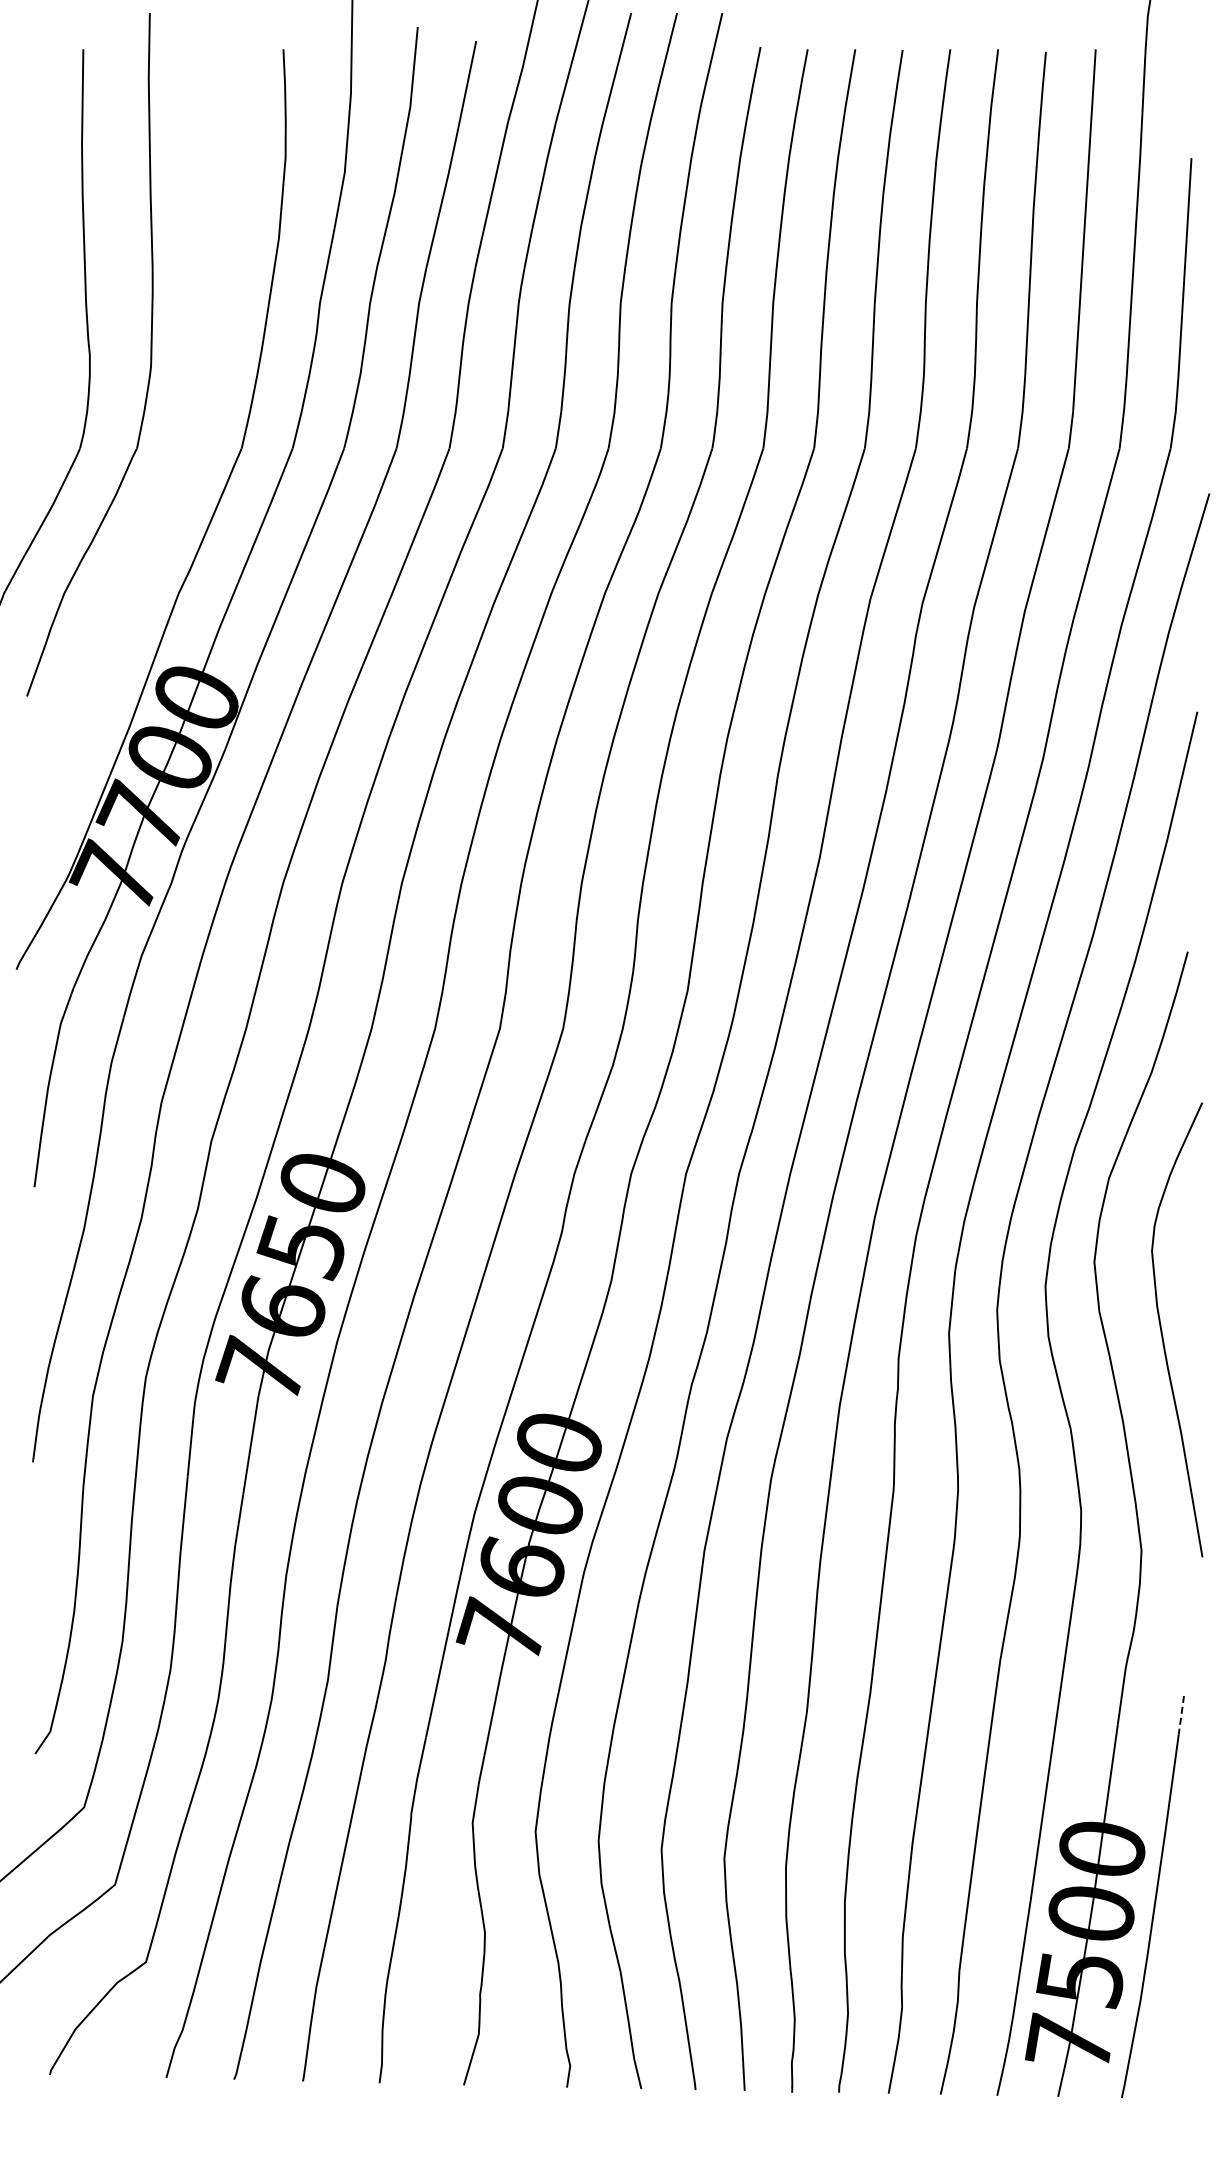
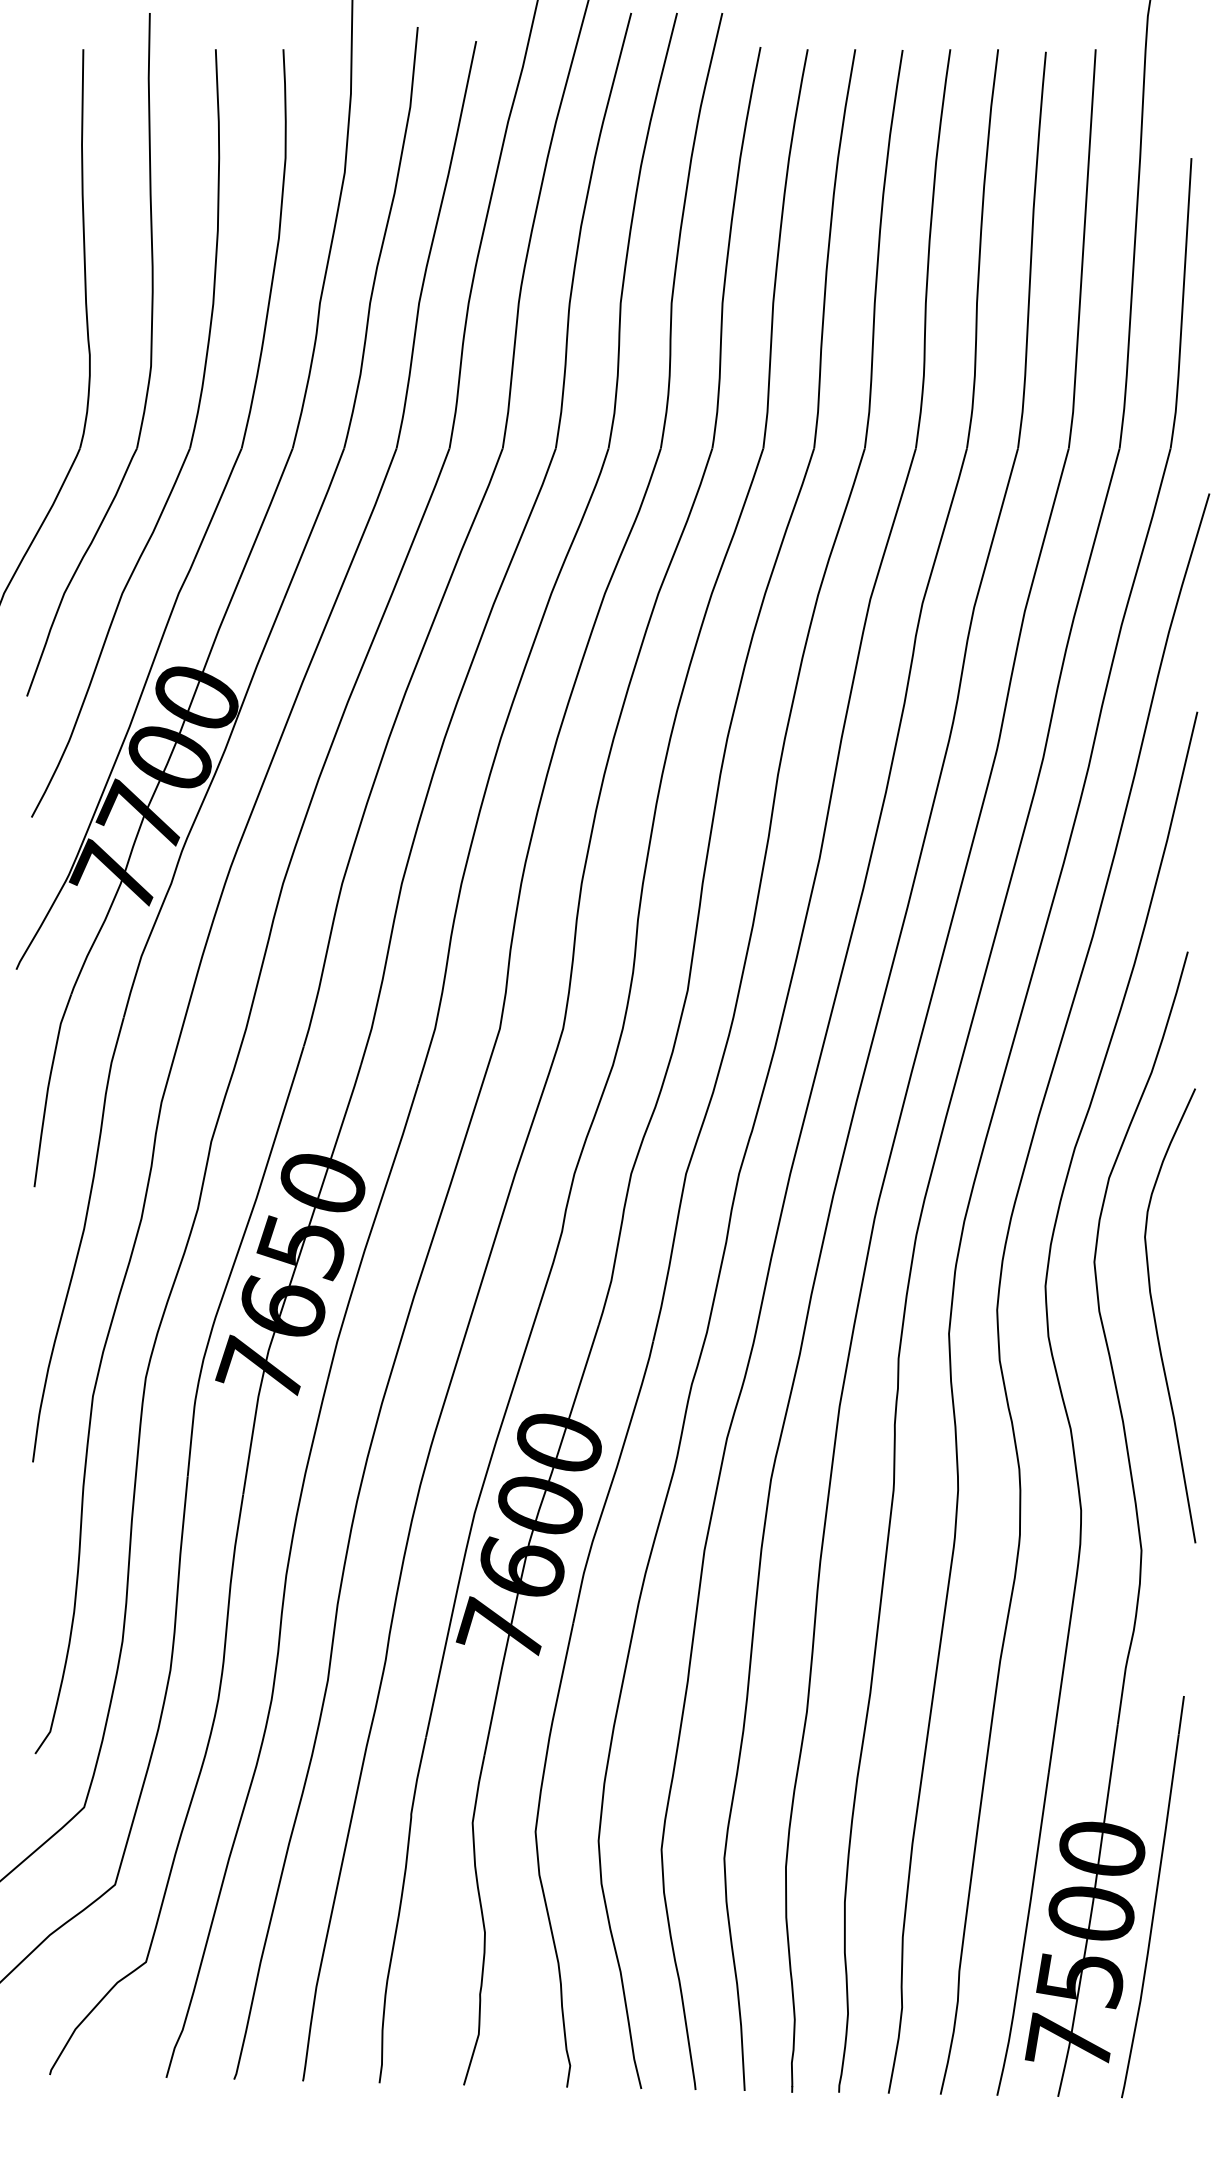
part at (183, 460): none -> present
curve at (1162, 1330) position: (1162, 1330) -> (1155, 1316)
line at (1181, 1715): dashed -> solid
